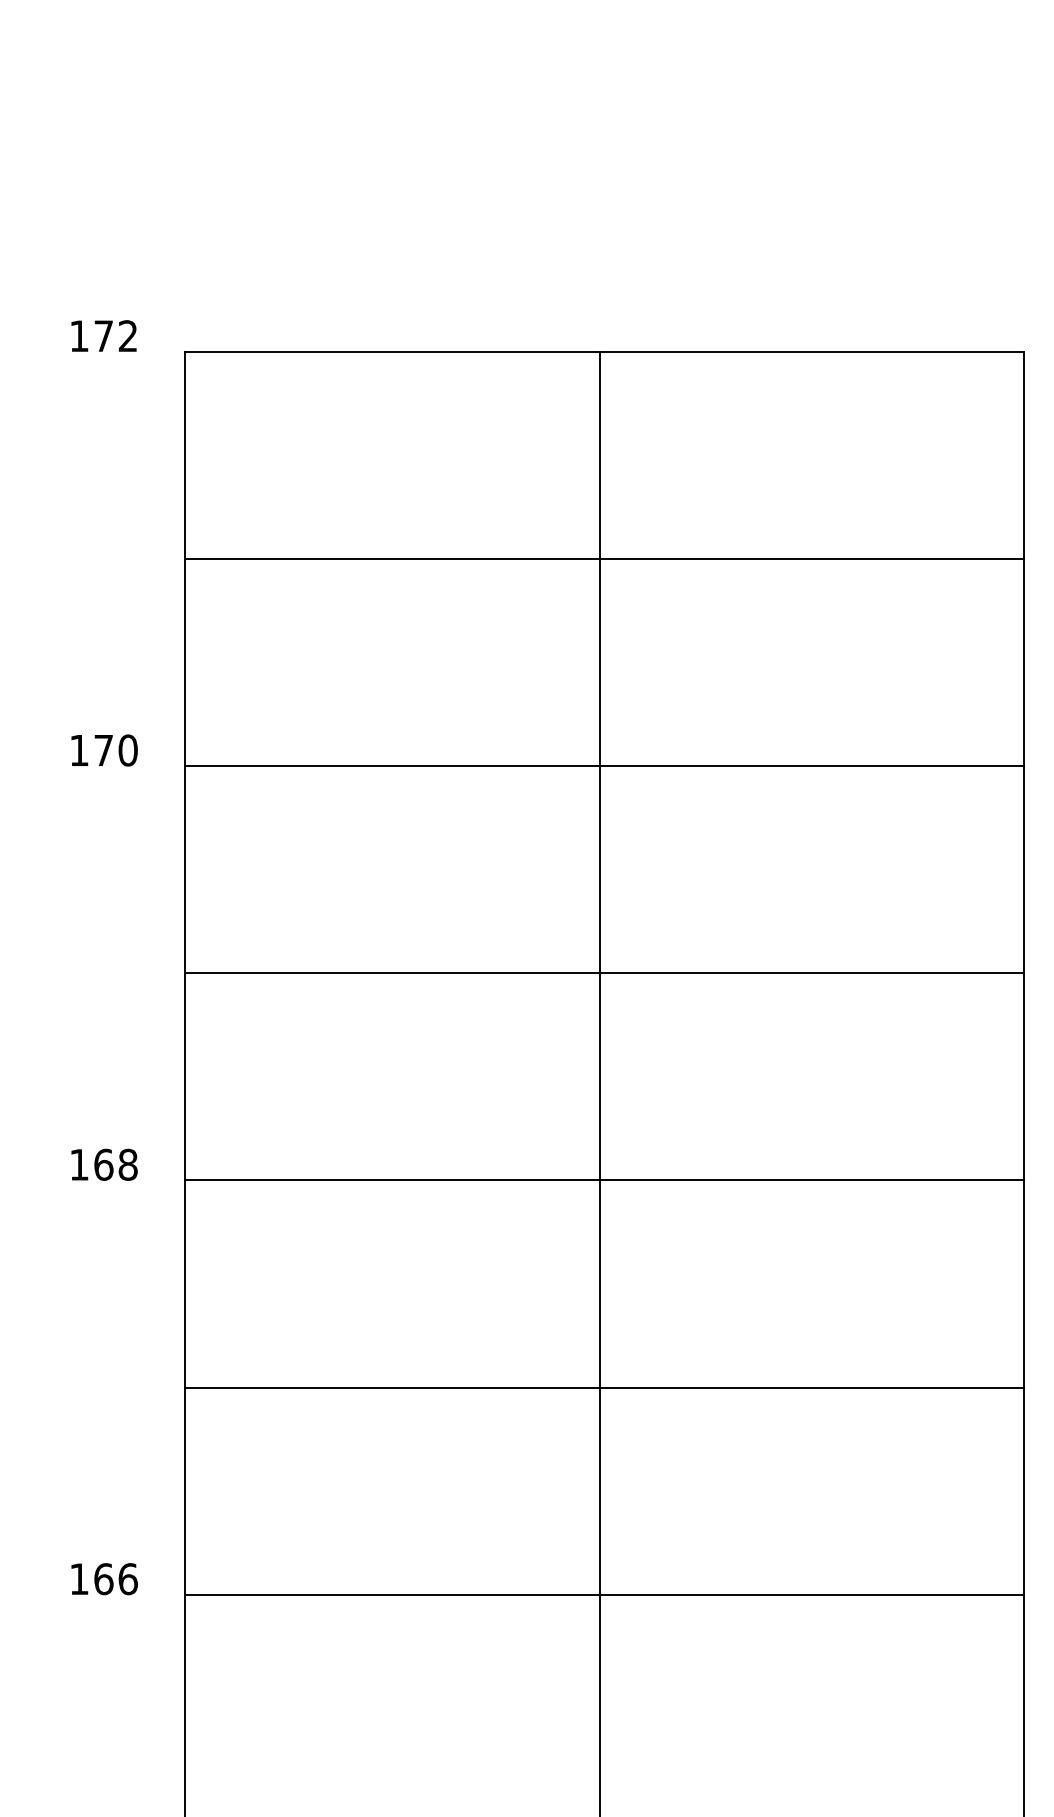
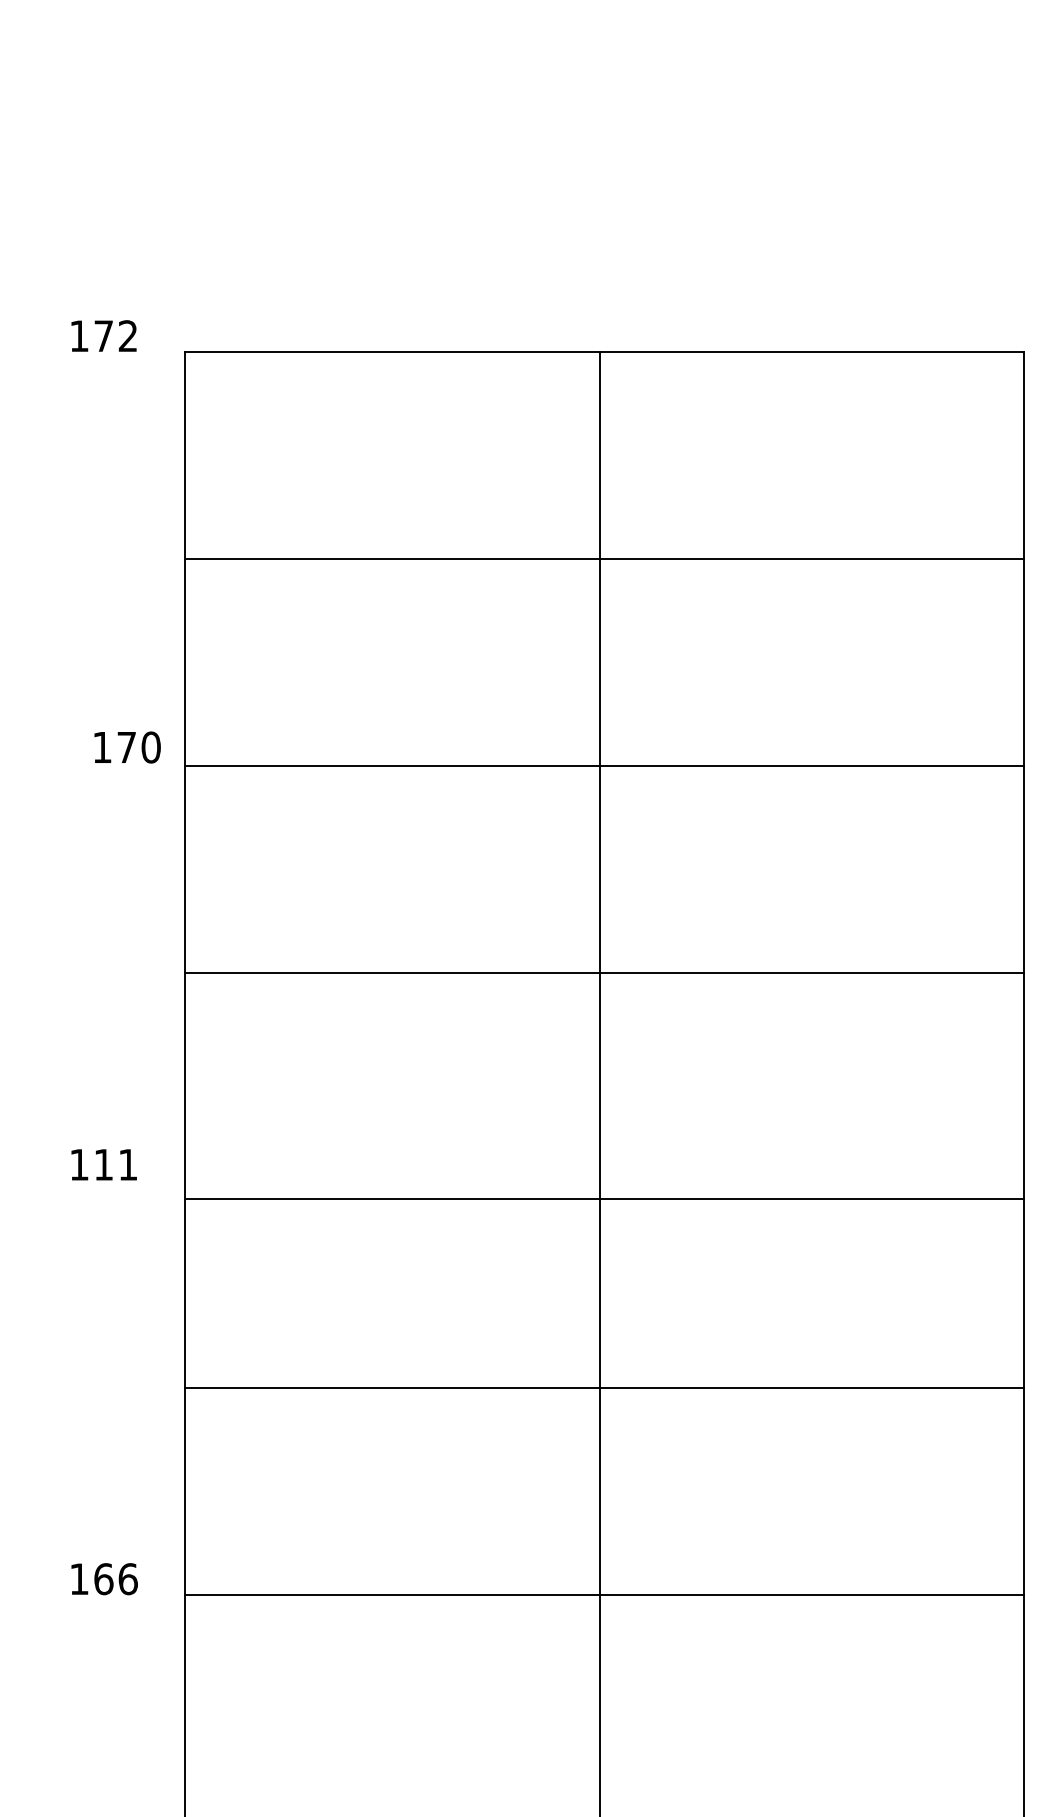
text at (104, 750) position: (104, 750) -> (127, 747)
text at (115, 1164): 168 -> 111
line at (604, 1180) position: (604, 1180) -> (604, 1199)
